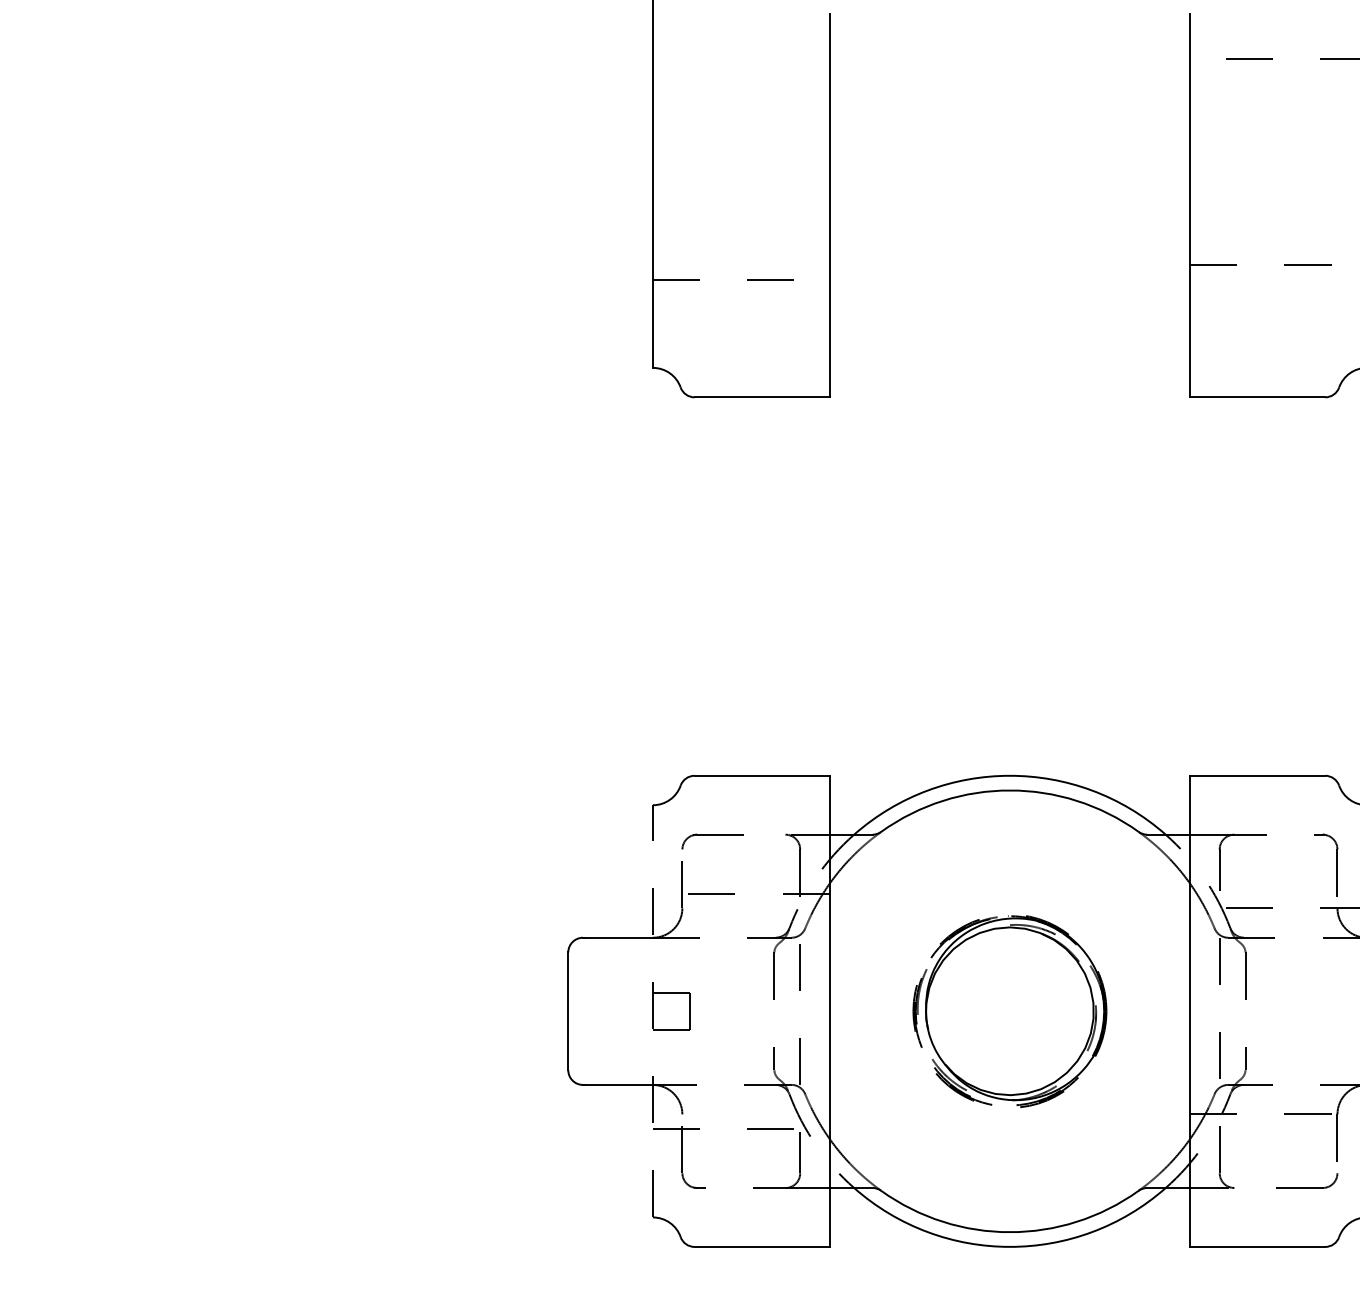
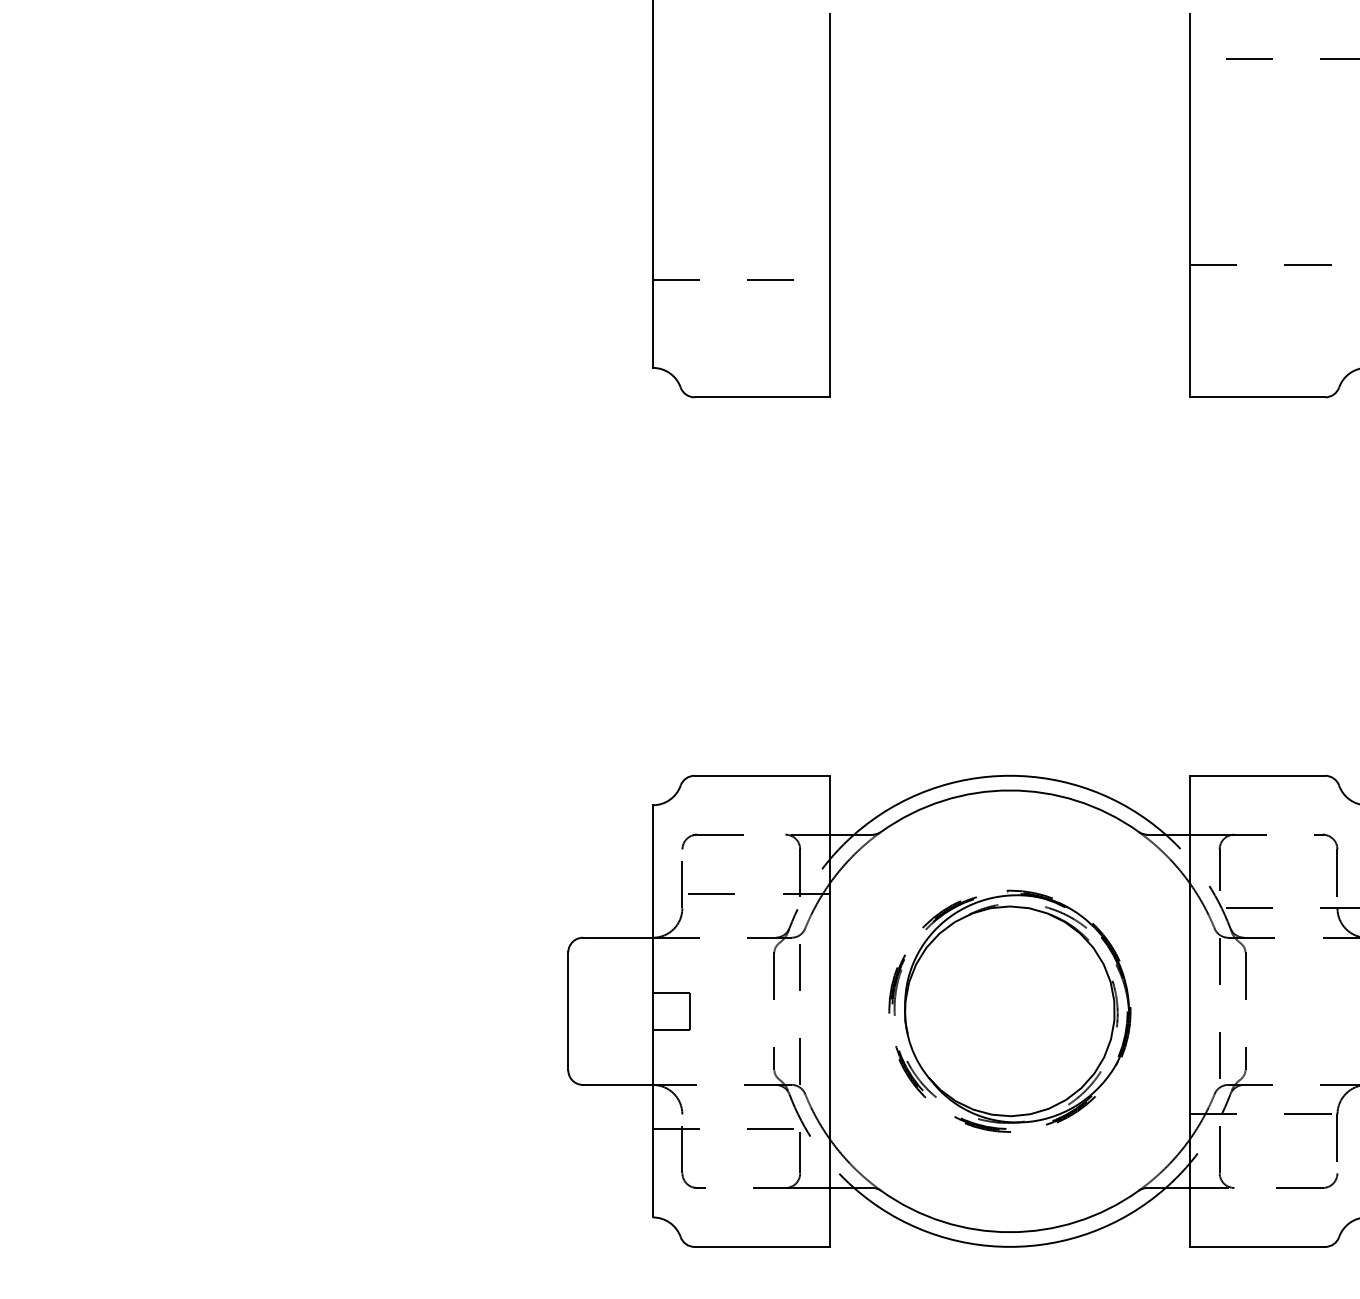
line at (652, 1010): dashed -> solid
part at (1009, 1011) size: 196x193 px -> 244x244 px
